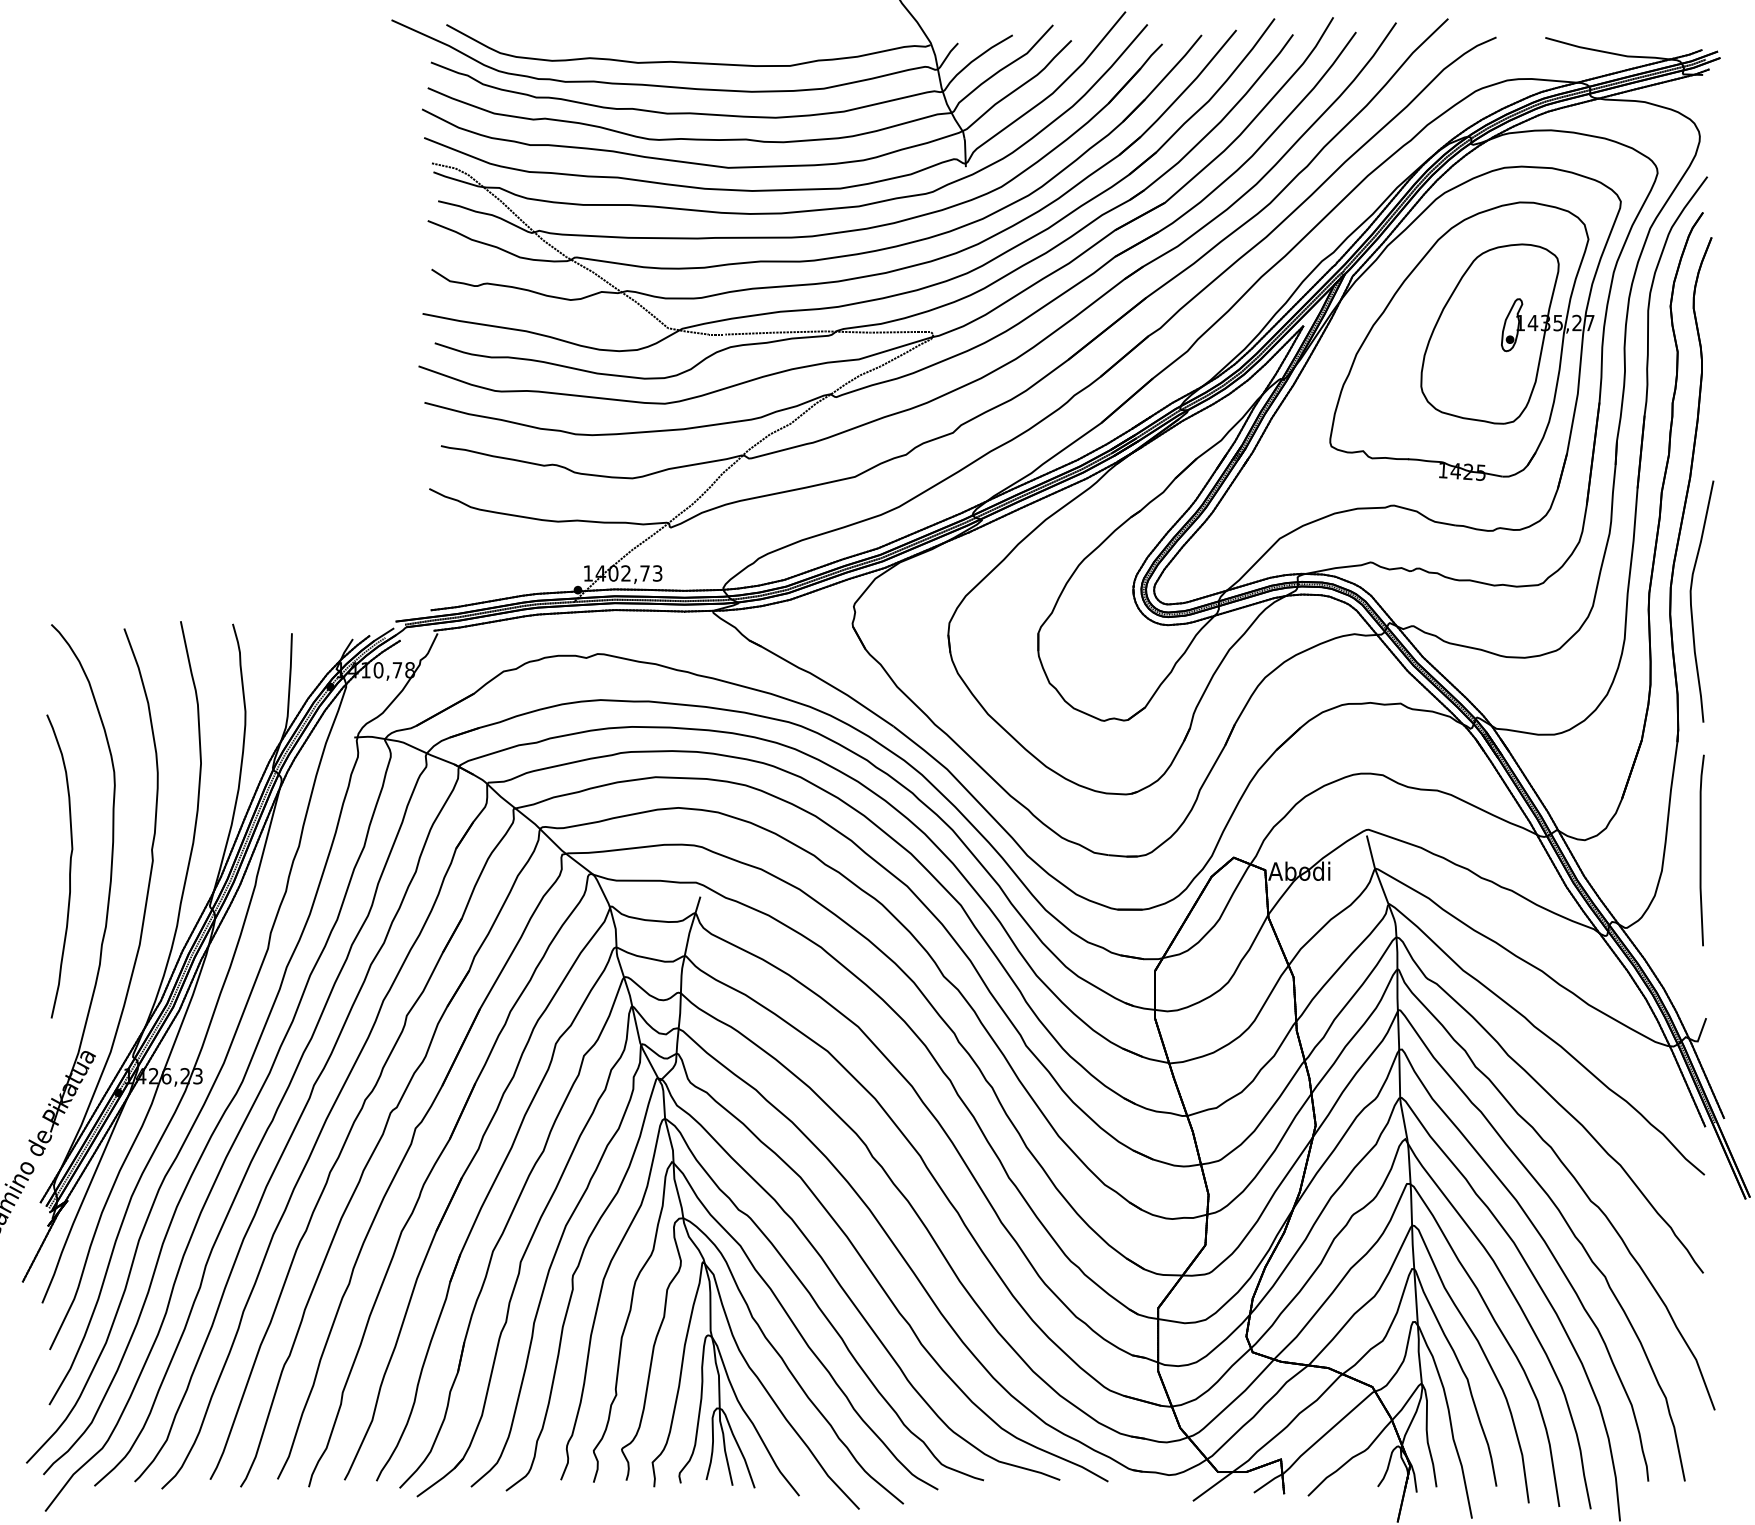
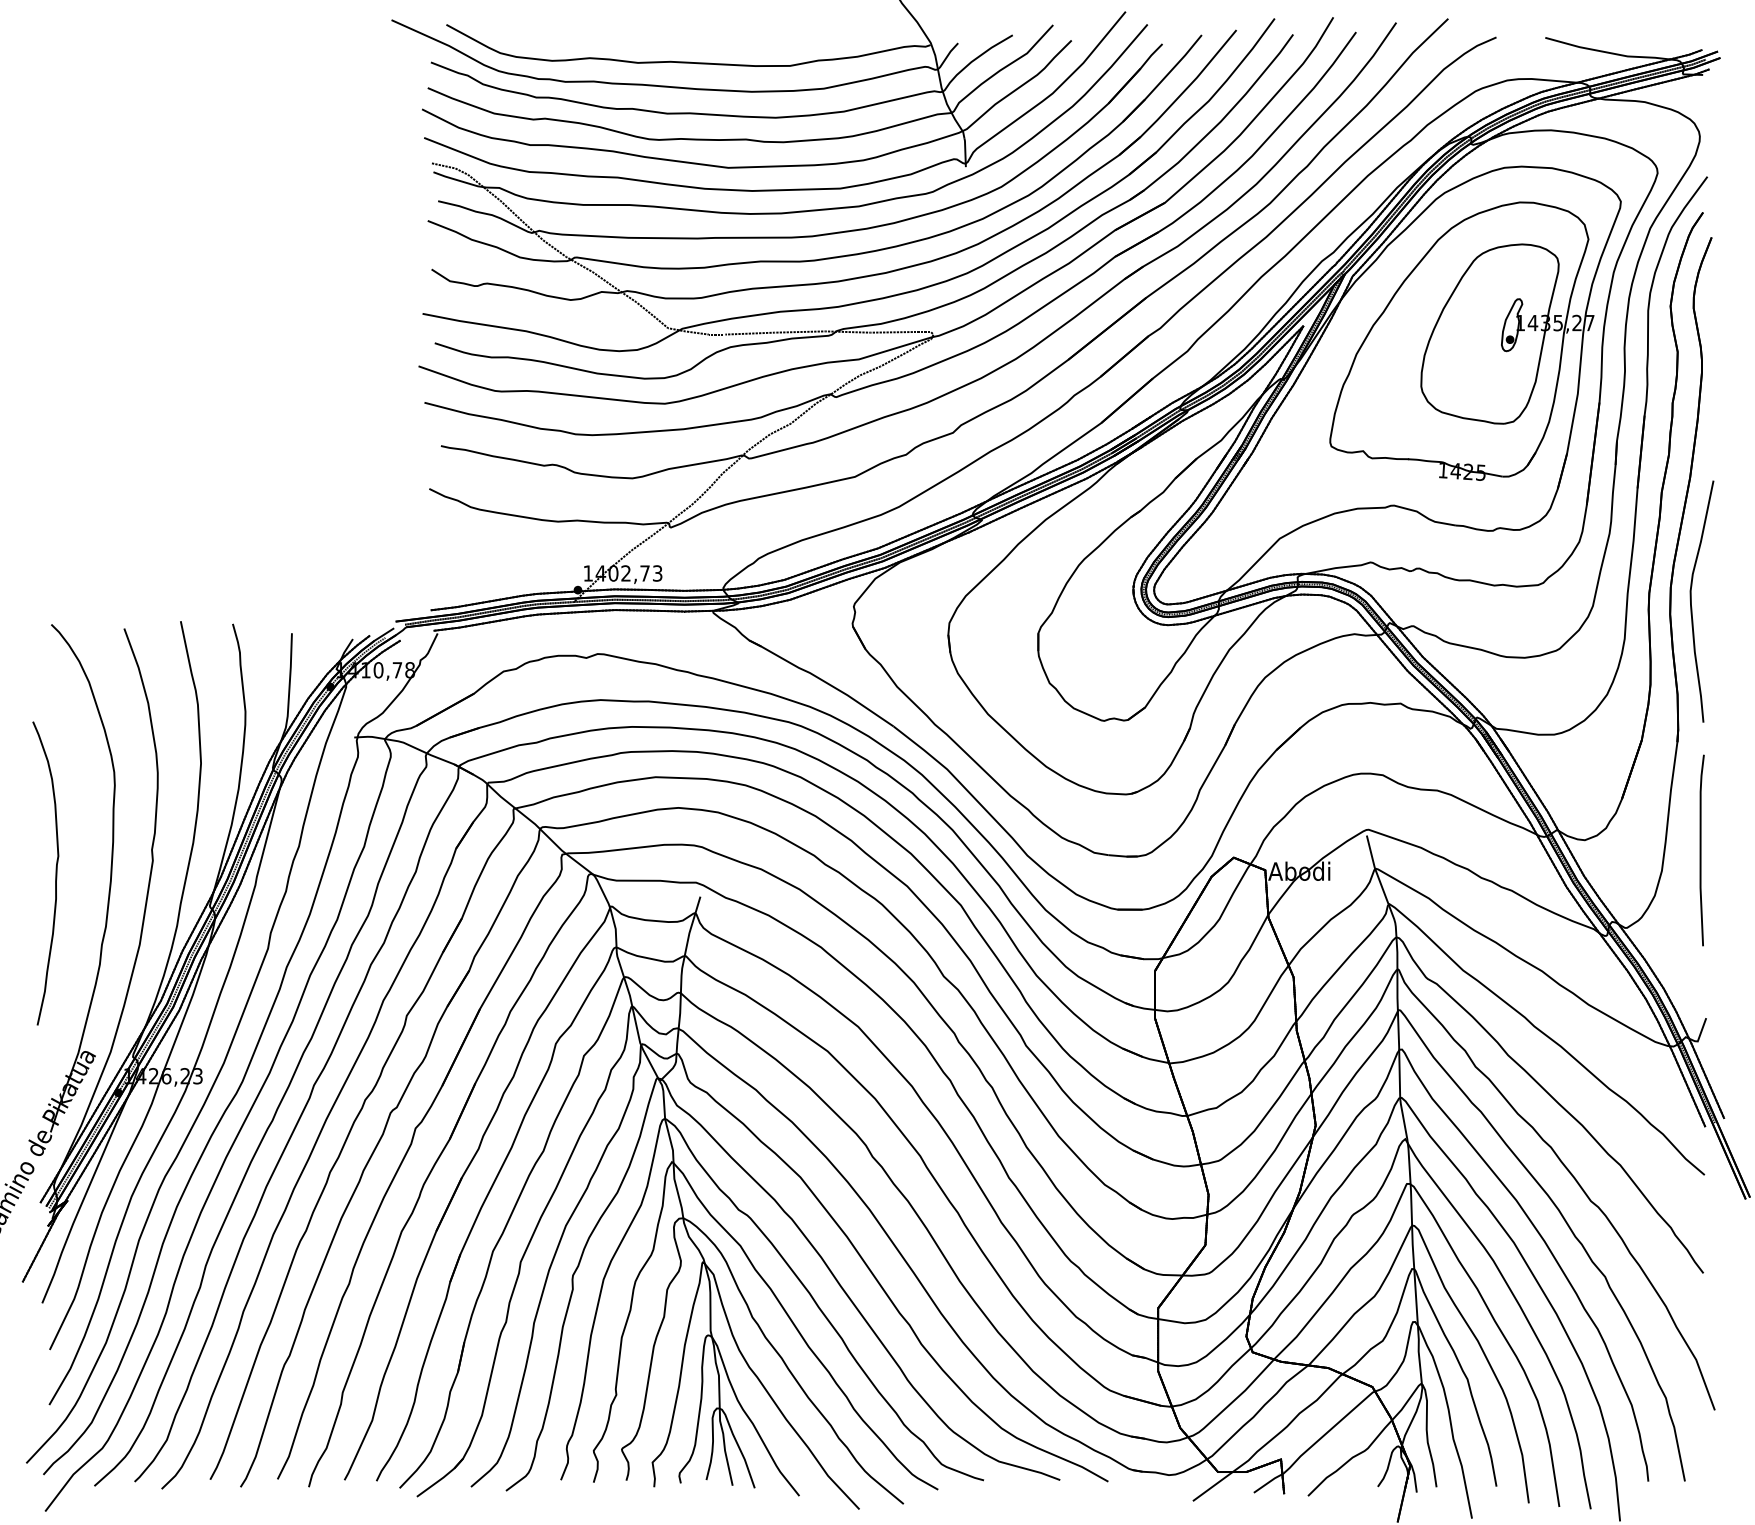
part at (69, 866) position: (69, 866) -> (55, 873)
